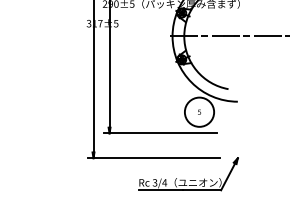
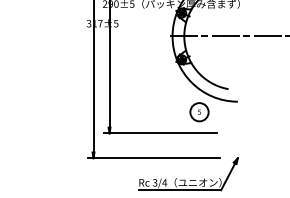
circle at (199, 111) diameter: 29 px -> 18 px
